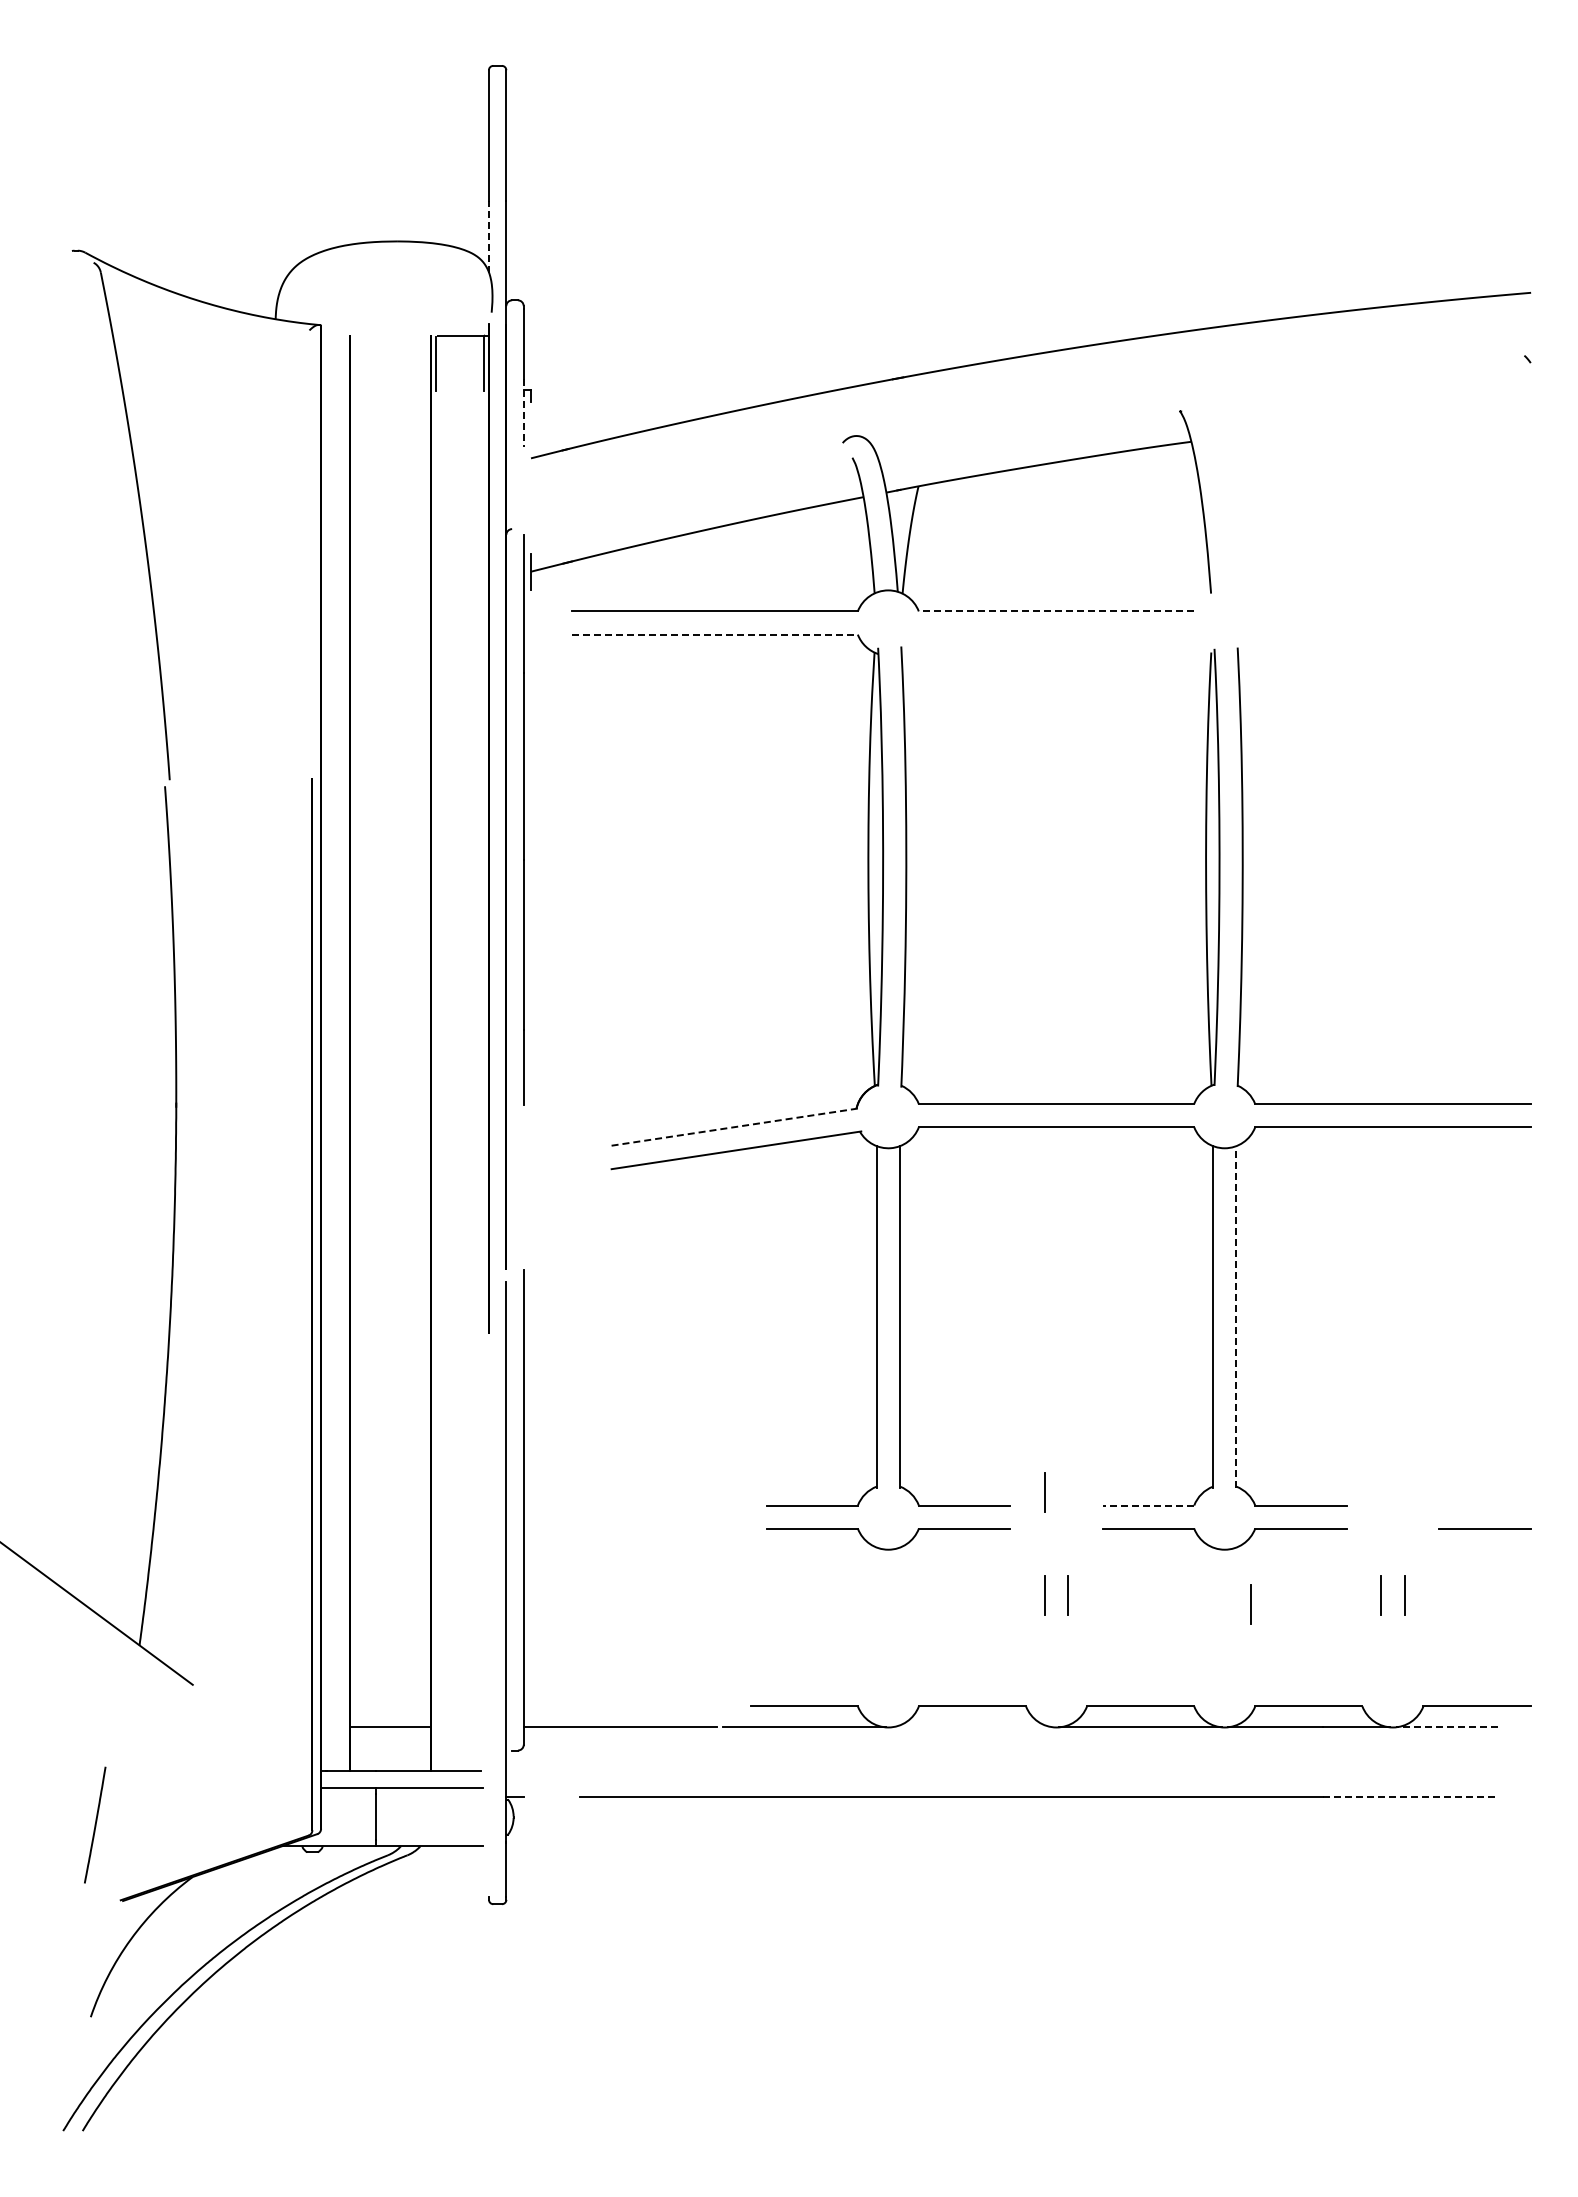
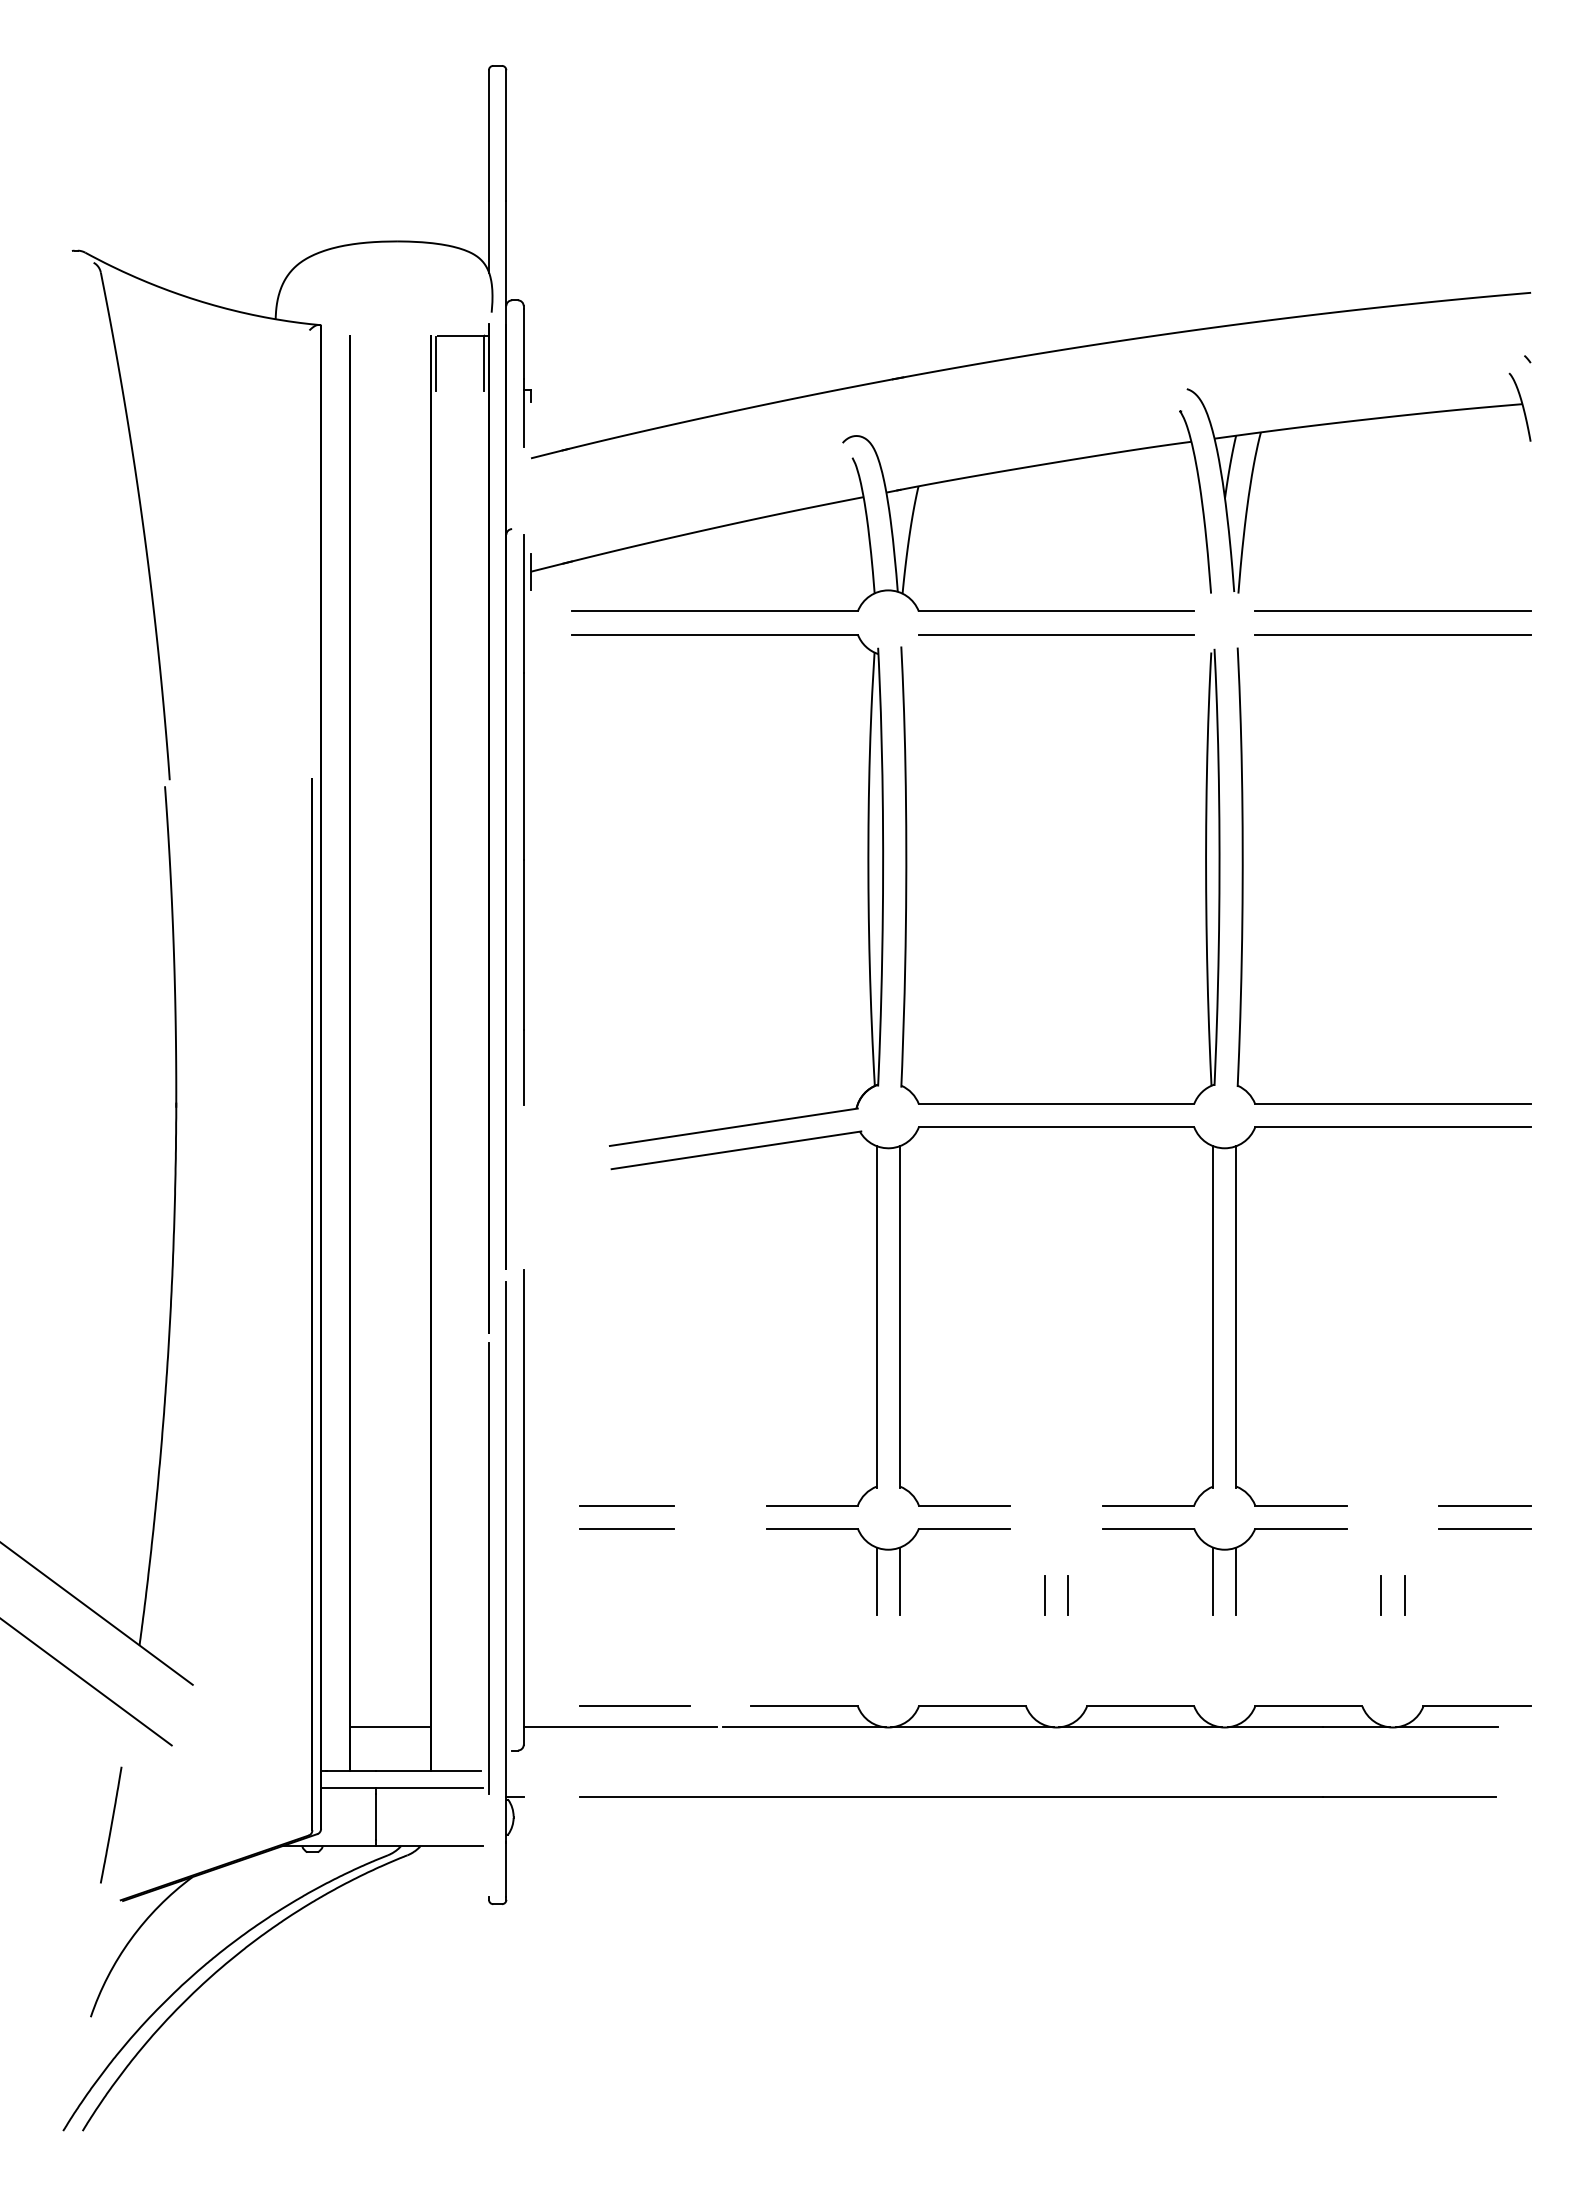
line at (488, 236): dashed -> solid
line at (523, 413): dashed -> solid
part at (1351, 422): none -> present
line at (1056, 611): dashed -> solid
line at (1392, 611): none -> present
line at (715, 634): dashed -> solid
line at (1056, 634): none -> present
line at (1392, 634): none -> present
line at (733, 1127): dashed -> solid
line at (1236, 1316): dashed -> solid
line at (1044, 1492): present -> none
line at (626, 1505): none -> present
line at (1148, 1505): dashed -> solid
line at (1484, 1505): none -> present
line at (626, 1528): none -> present
line at (488, 1568): none -> present
line at (876, 1580): none -> present
line at (899, 1580): none -> present
line at (1213, 1580): none -> present
line at (1236, 1580): none -> present
line at (1250, 1604): present -> none
line at (86, 1682): none -> present
line at (634, 1706): none -> present
line at (972, 1727): none -> present
line at (1446, 1727): dashed -> solid
line at (1409, 1796): dashed -> solid
line at (95, 1824) position: (95, 1824) -> (111, 1824)
